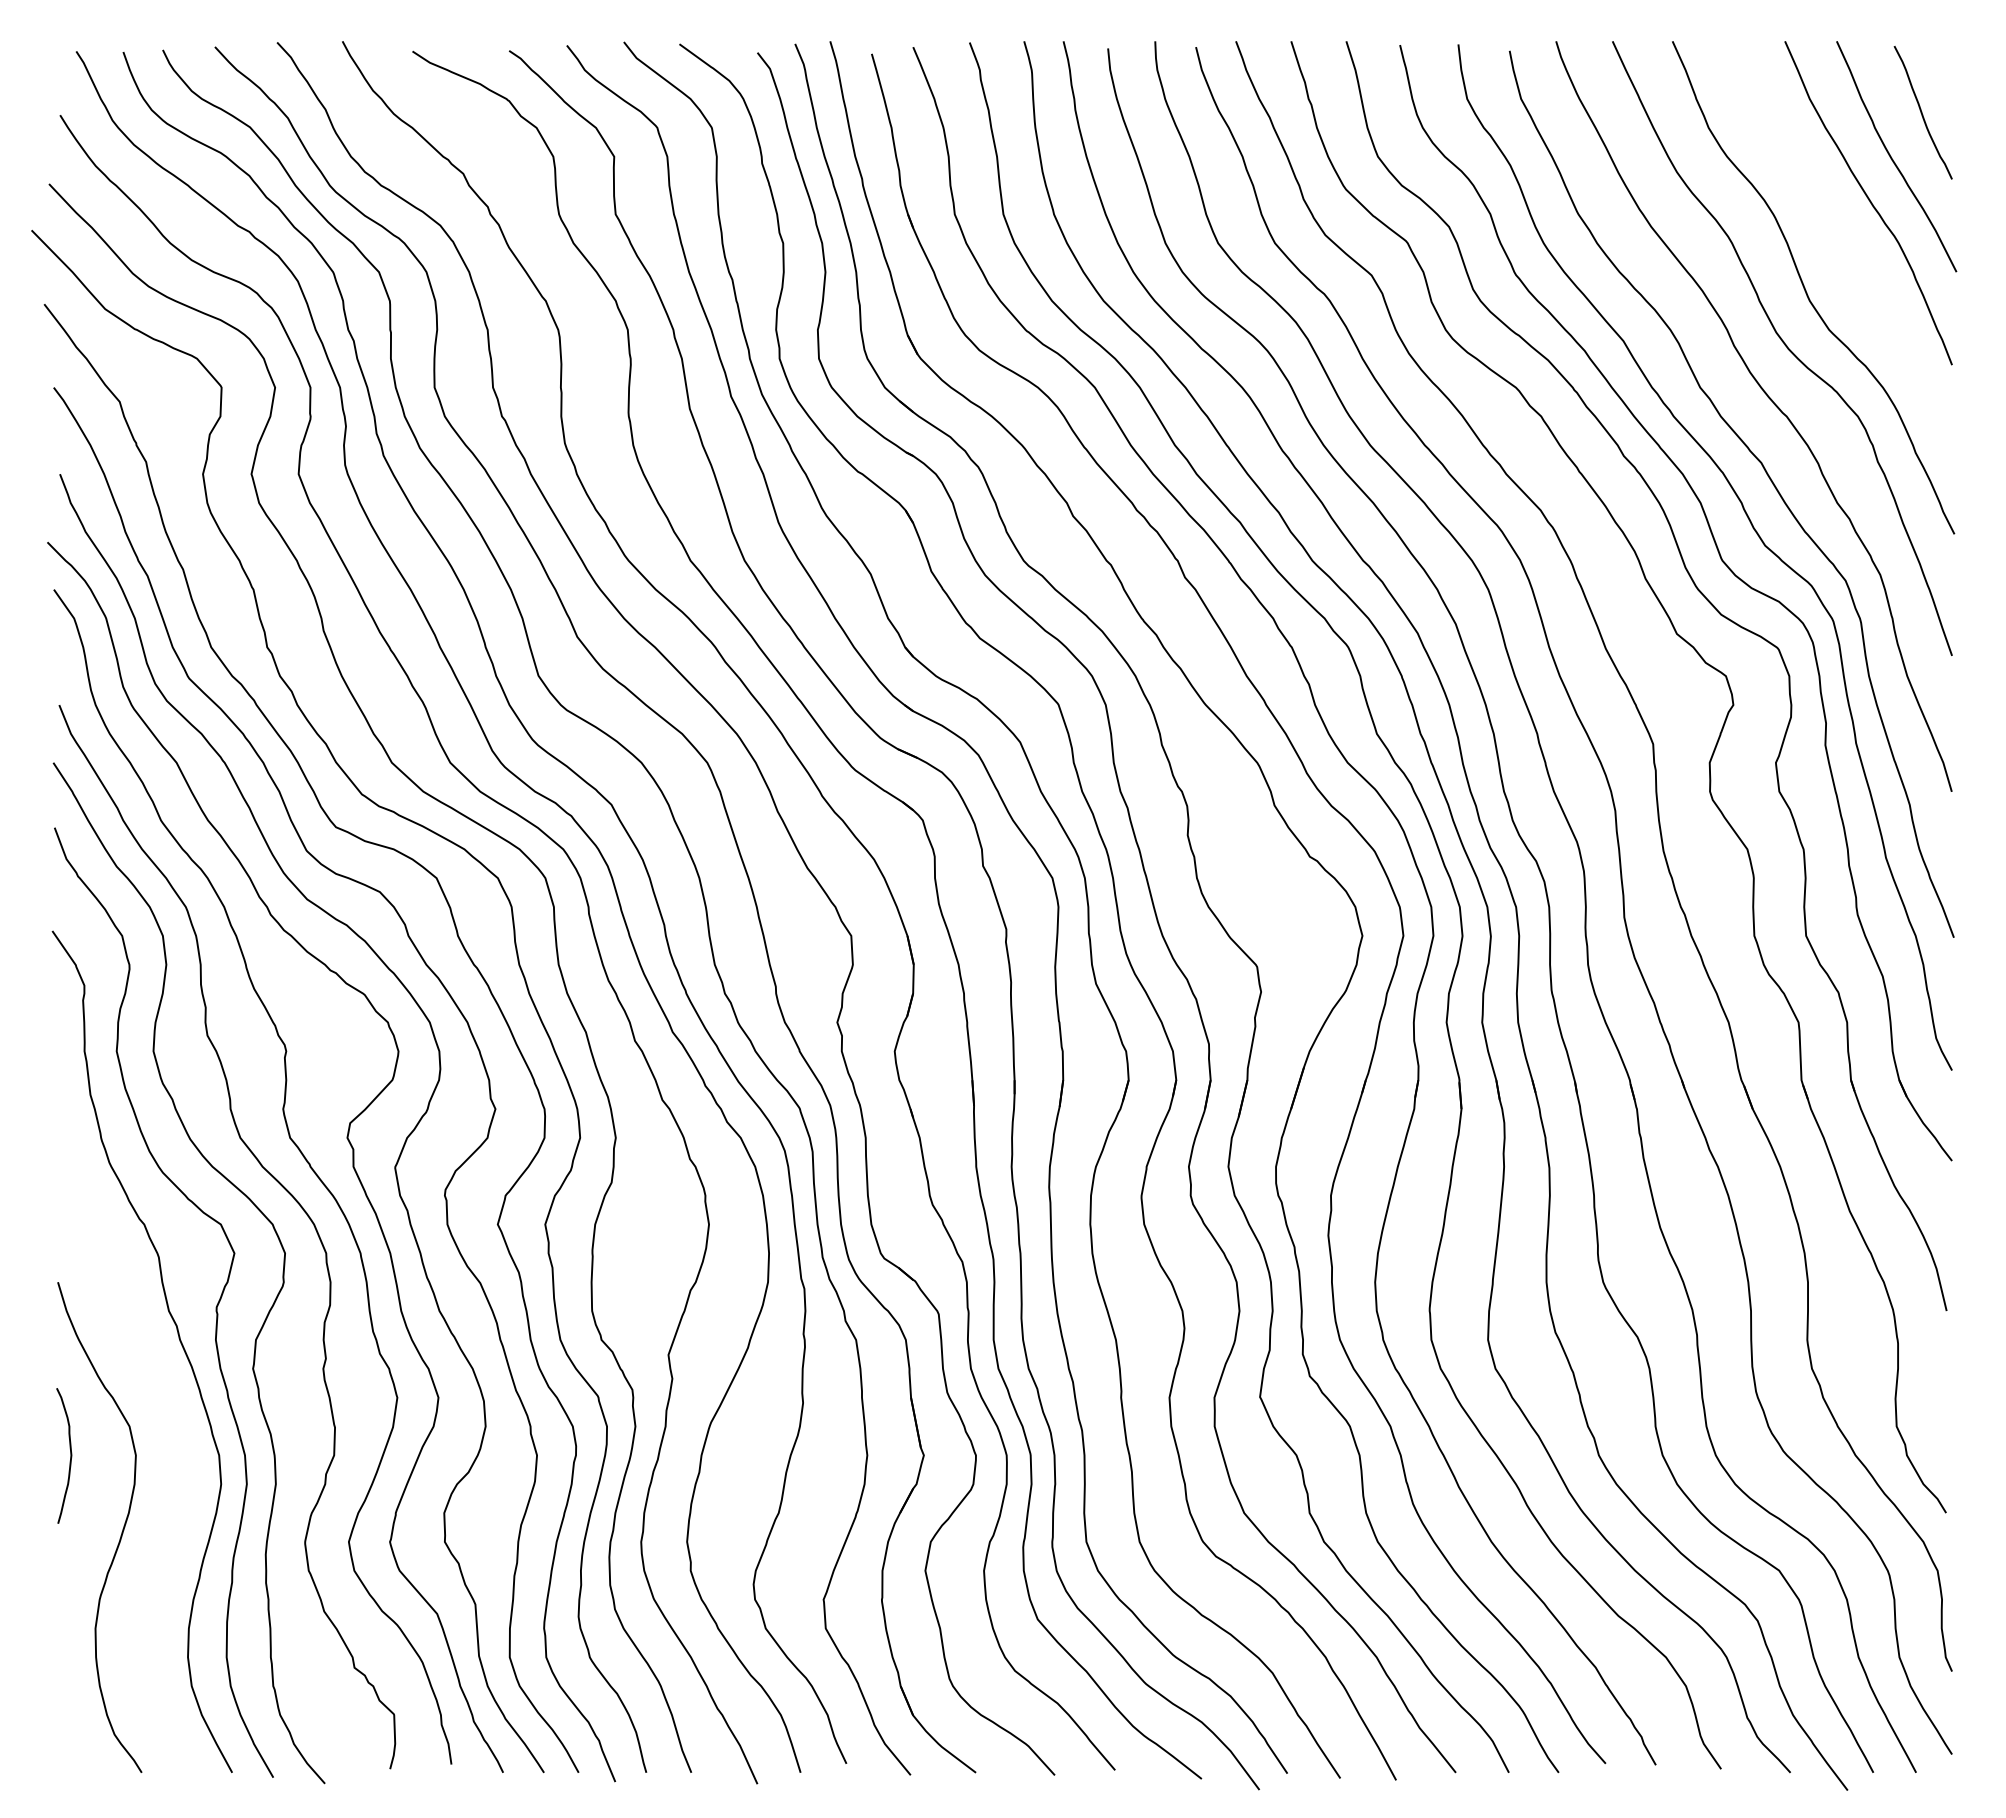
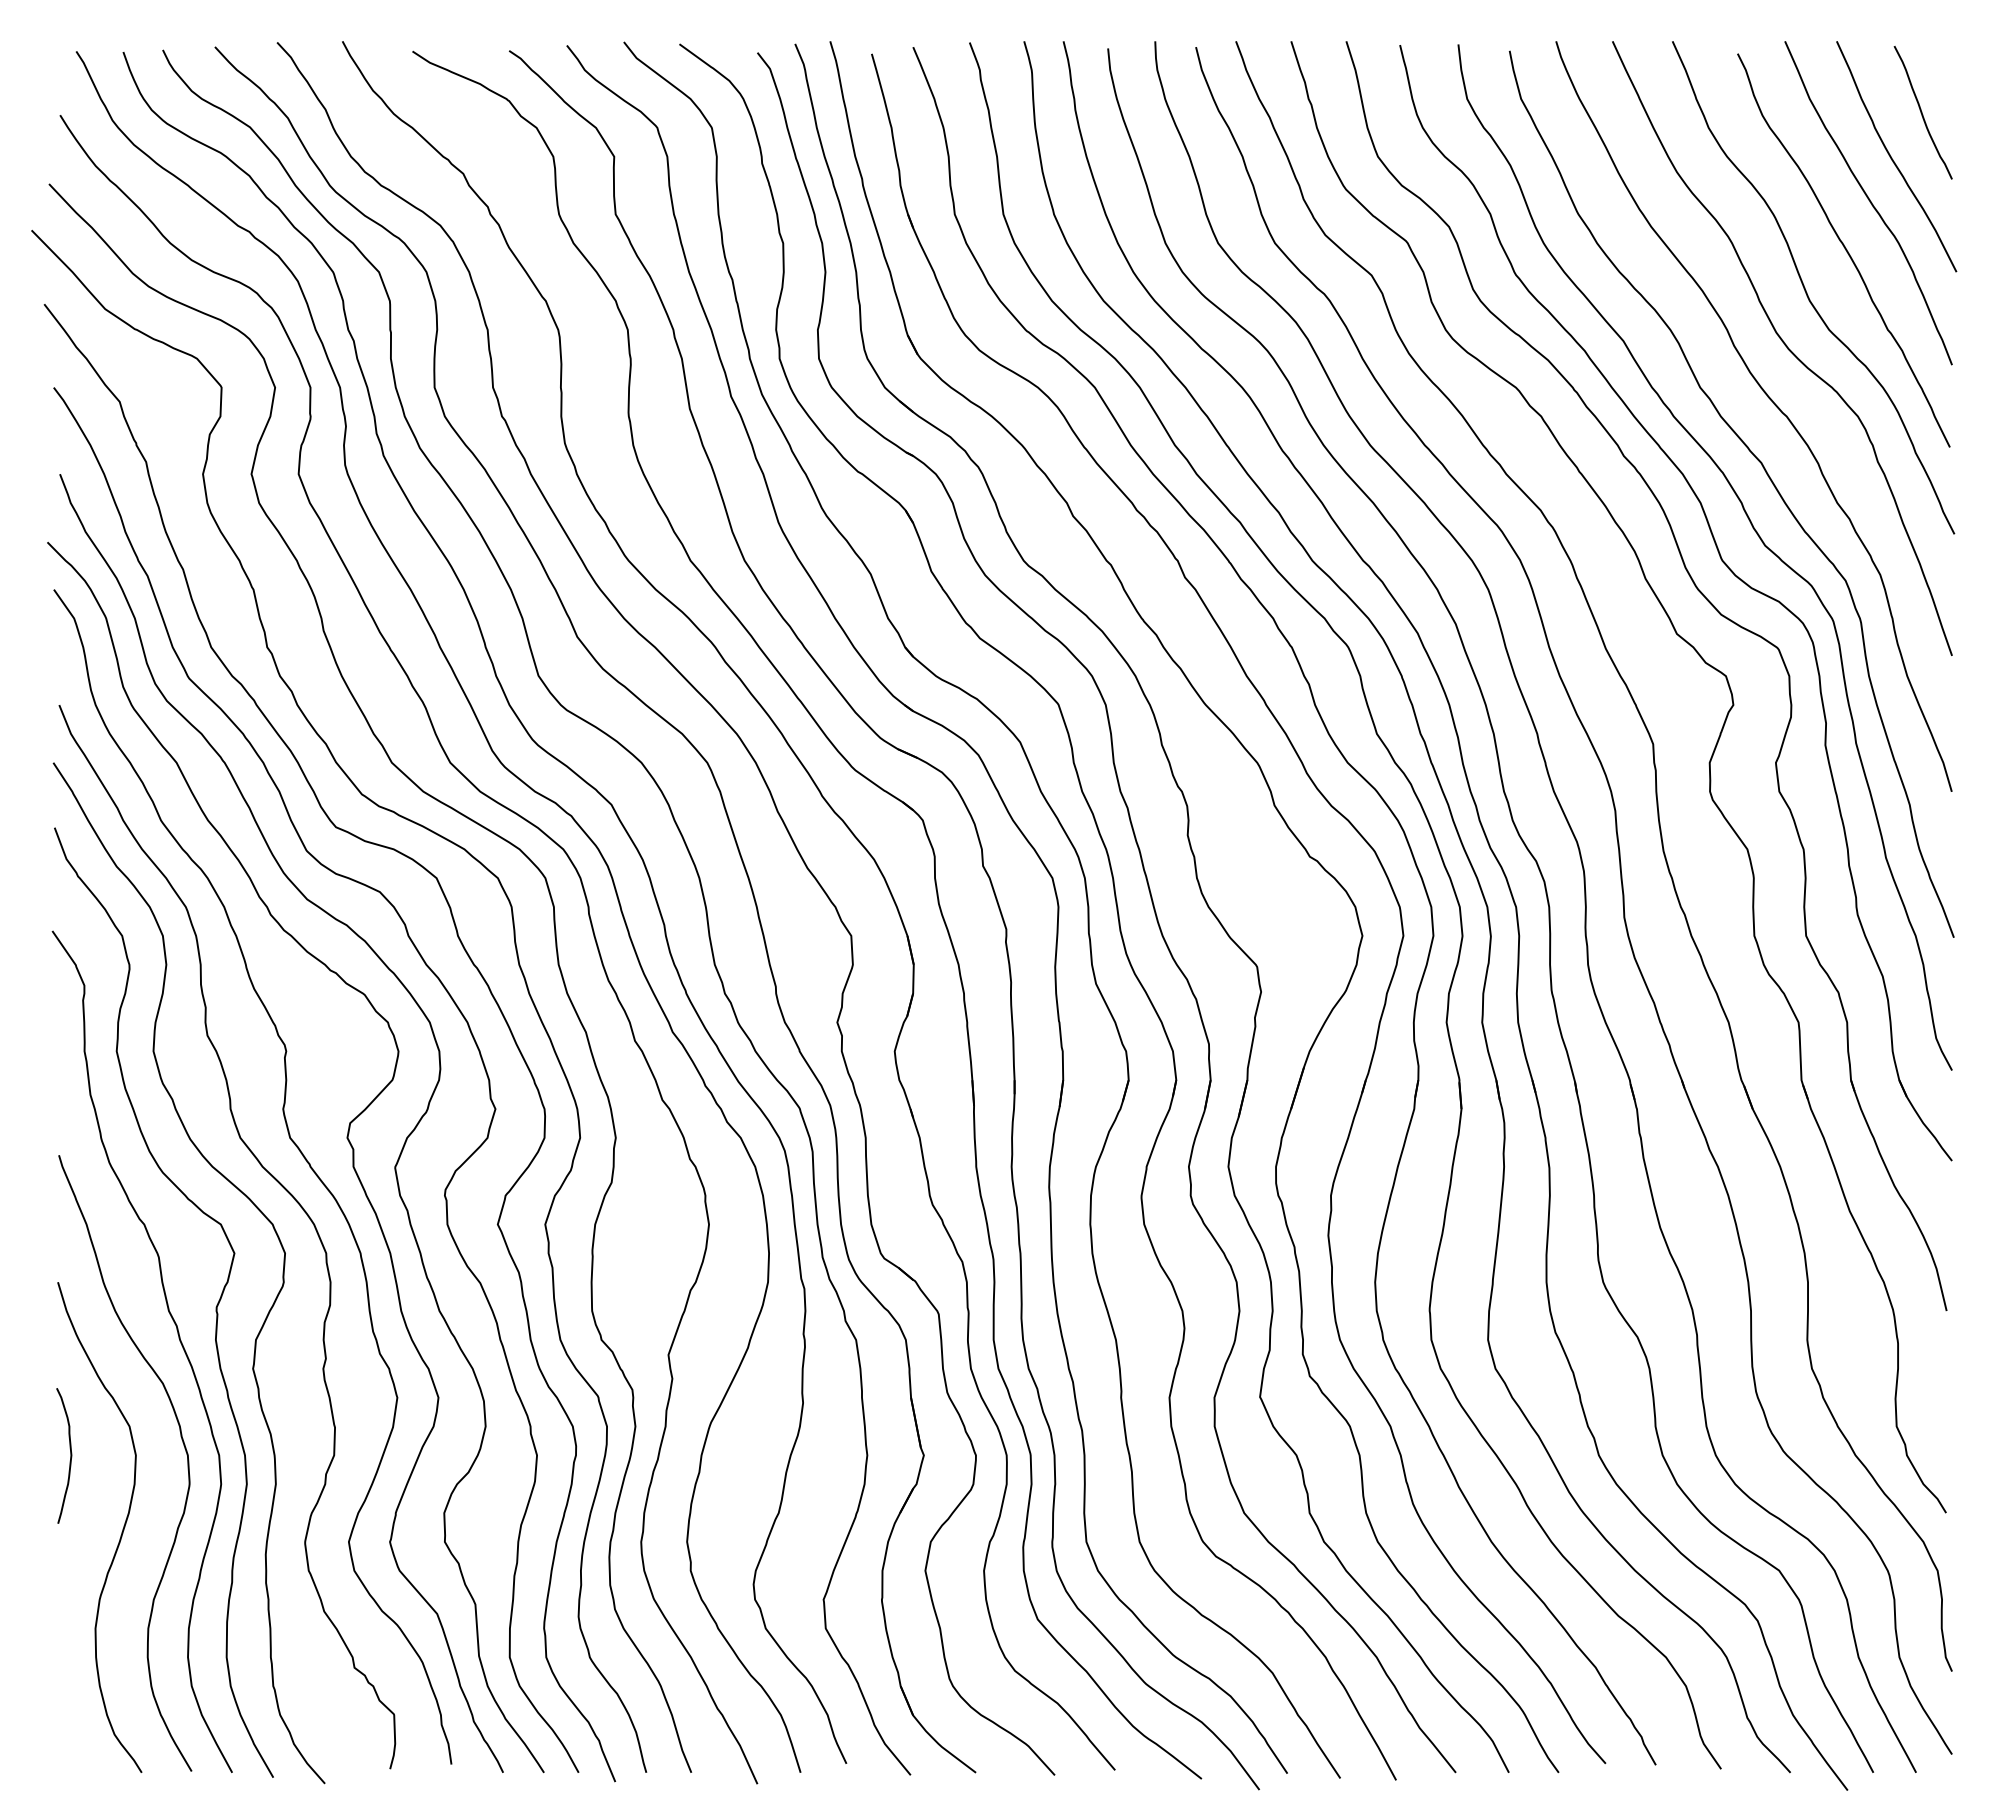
curve at (1845, 250): none -> present
curve at (183, 1445): none -> present
